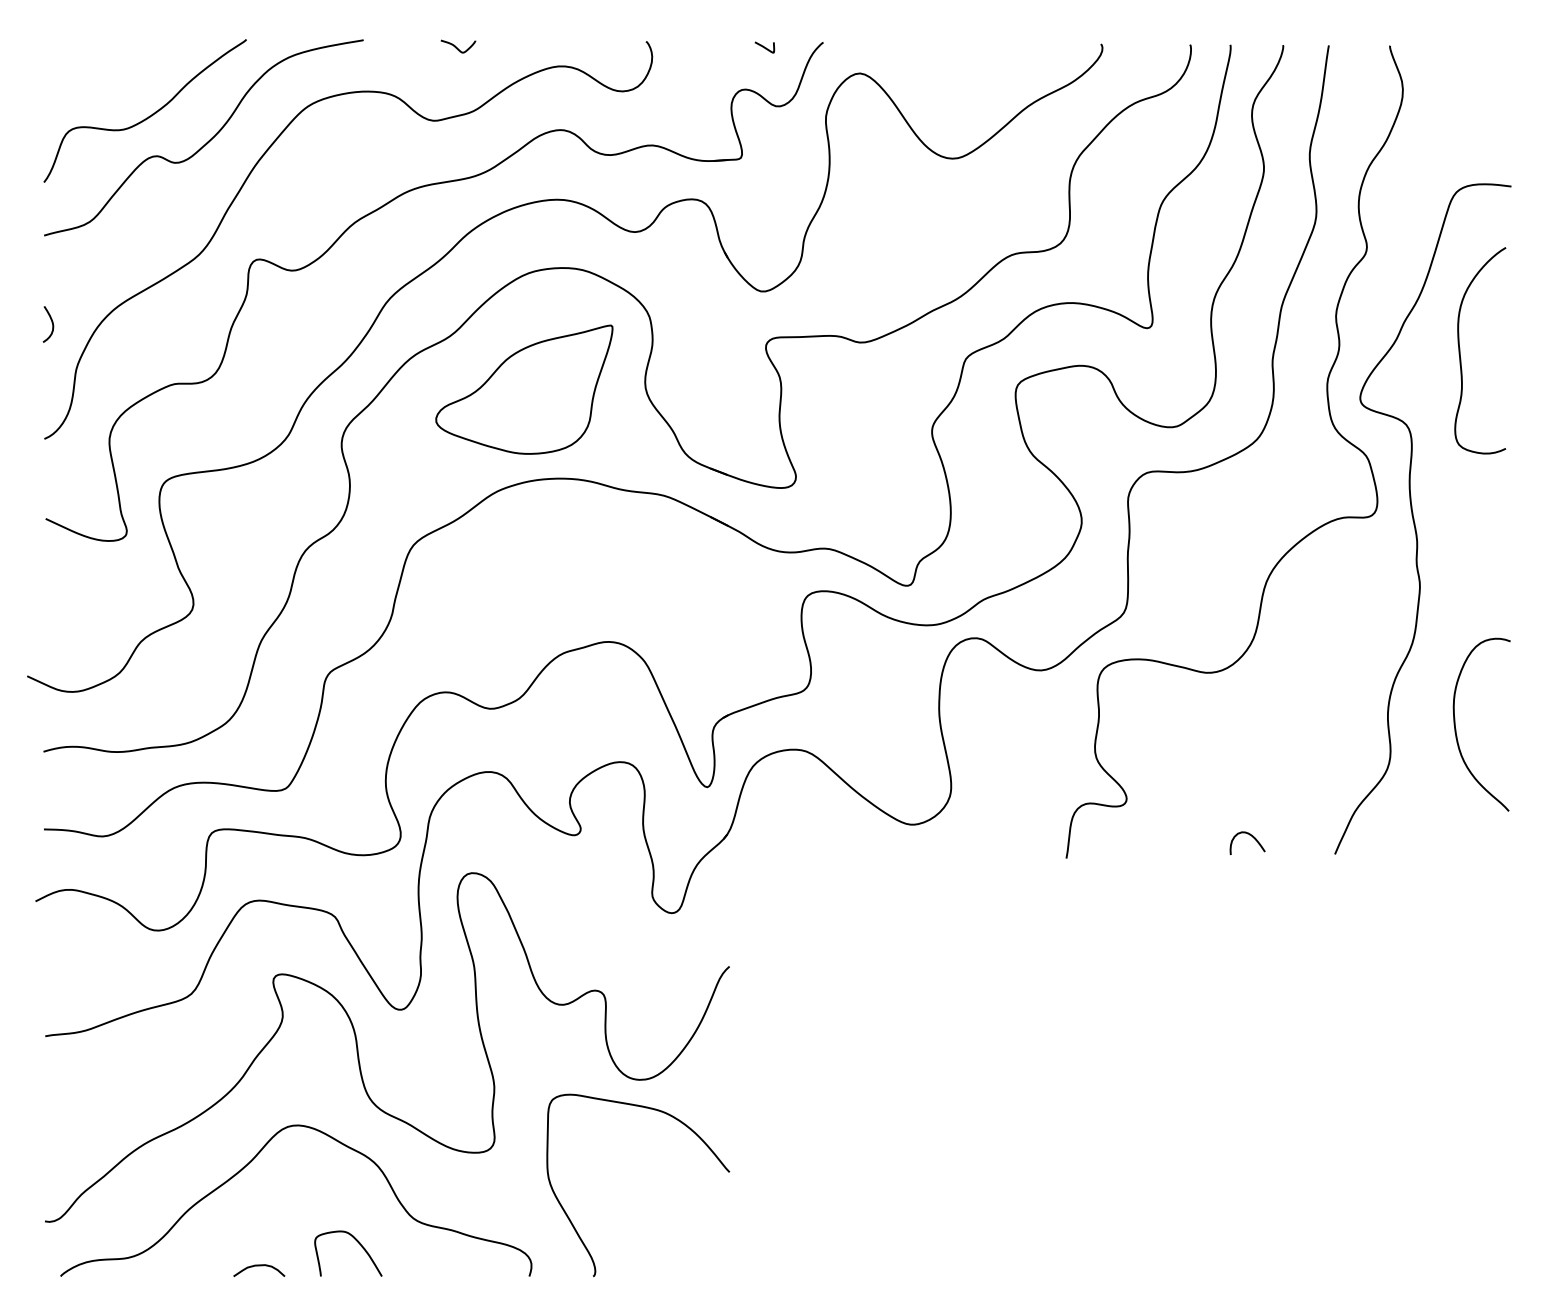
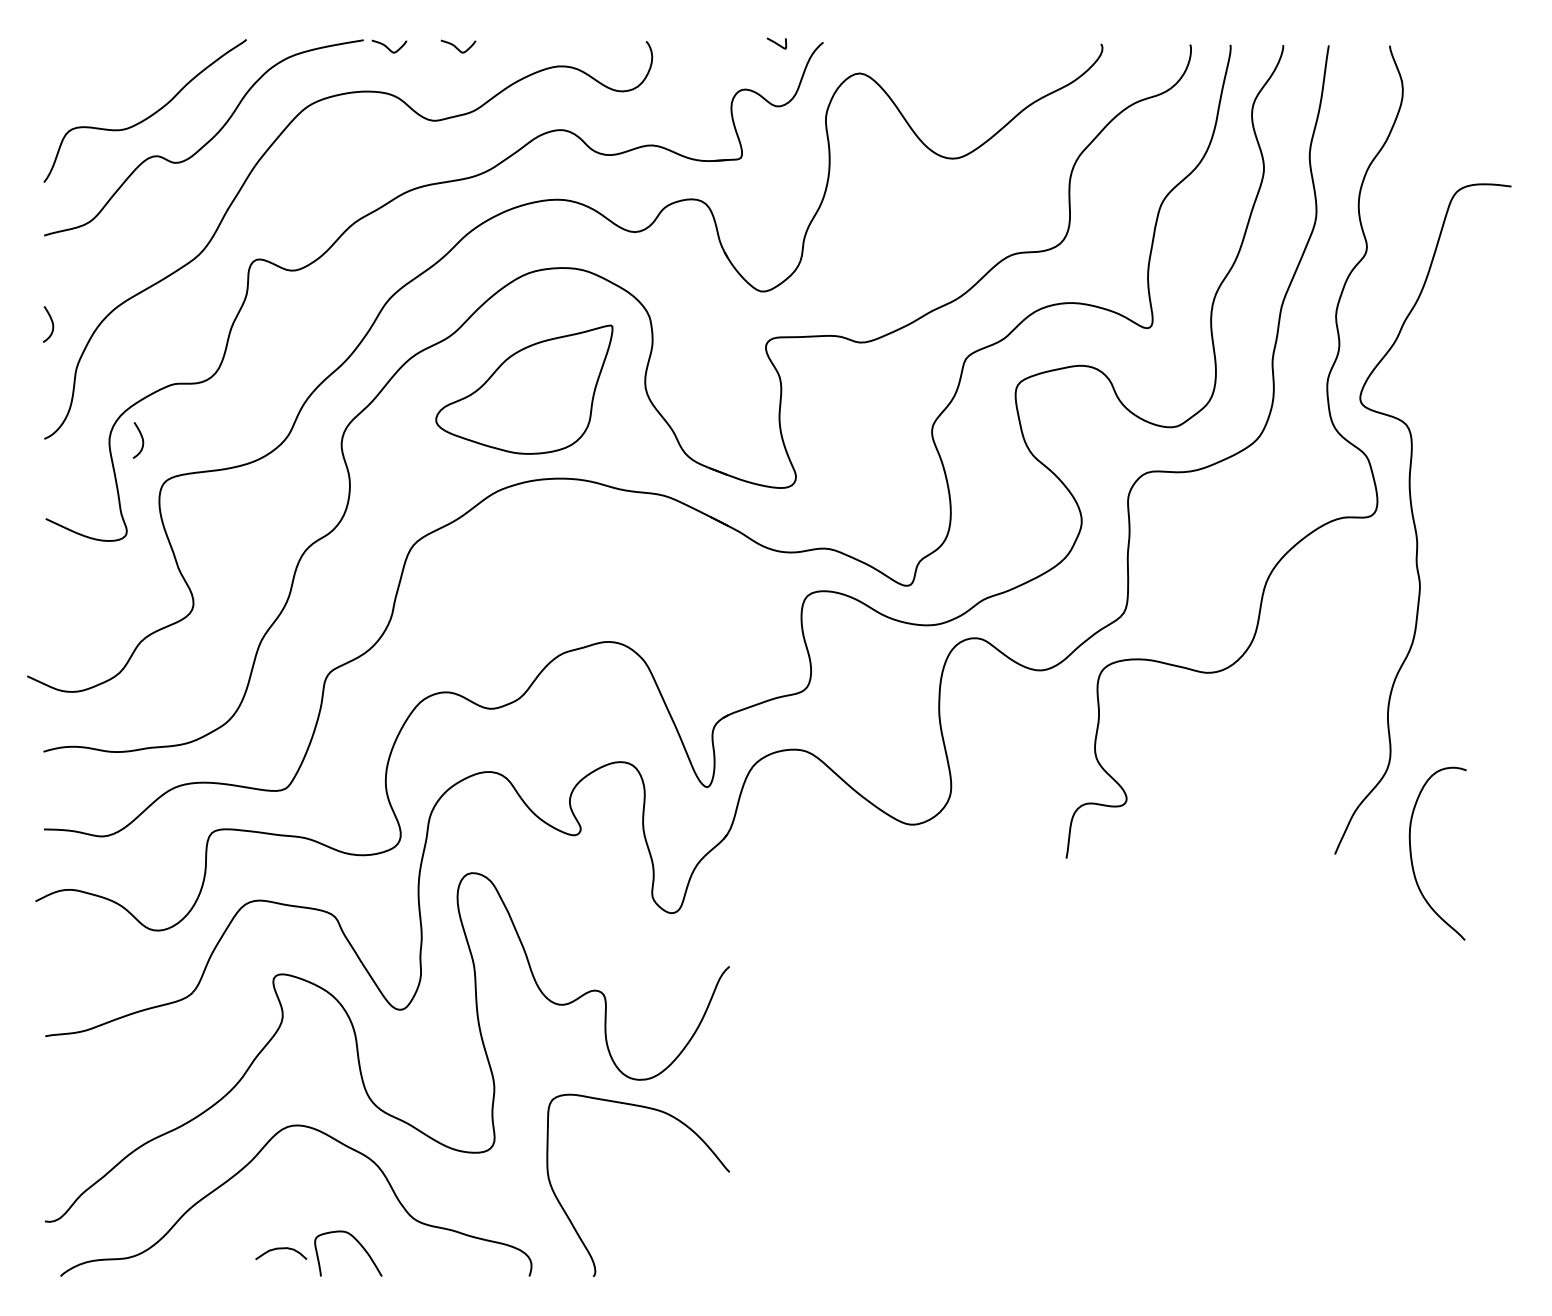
curve at (388, 47): none -> present
curve at (764, 47) position: (764, 47) -> (776, 43)
curve at (1460, 350): present -> none
curve at (141, 438): none -> present
curve at (1456, 728) position: (1456, 728) -> (1412, 857)
curve at (1252, 837): present -> none
curve at (259, 1266) position: (259, 1266) -> (281, 1249)
